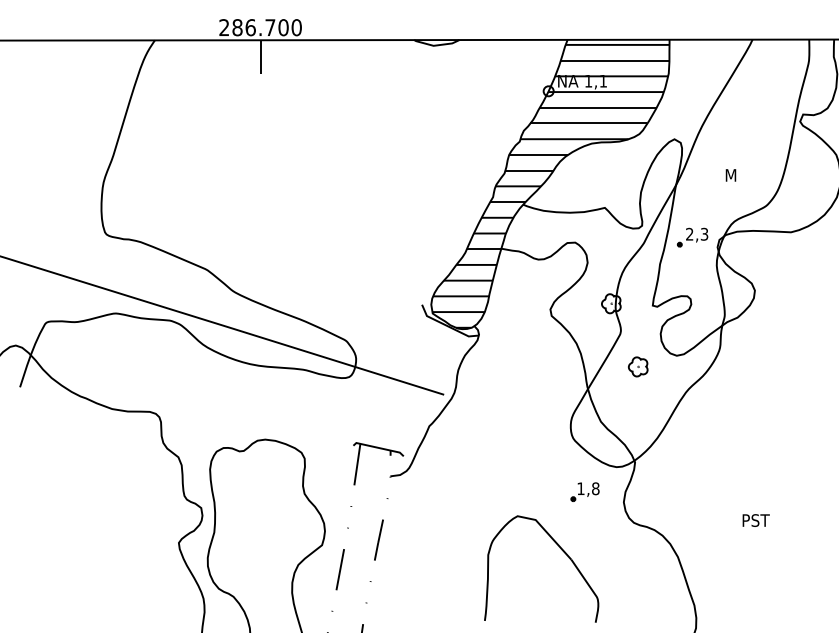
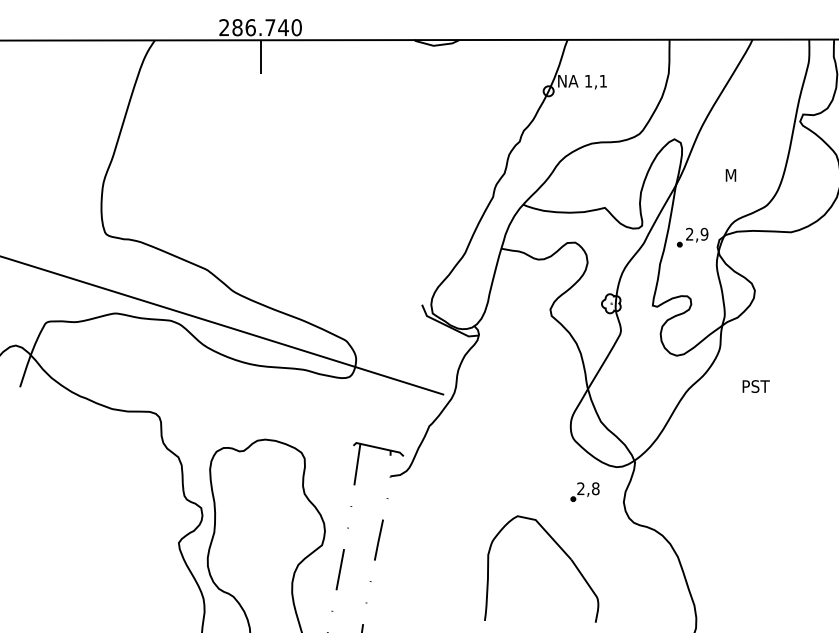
text at (283, 27): 286.700 -> 286.740
hatch at (550, 185): present -> none
text at (704, 234): 2,3 -> 2,9
part at (638, 366): present -> none
text at (580, 488): 1,8 -> 2,8
text at (755, 520) position: (755, 520) -> (755, 386)
